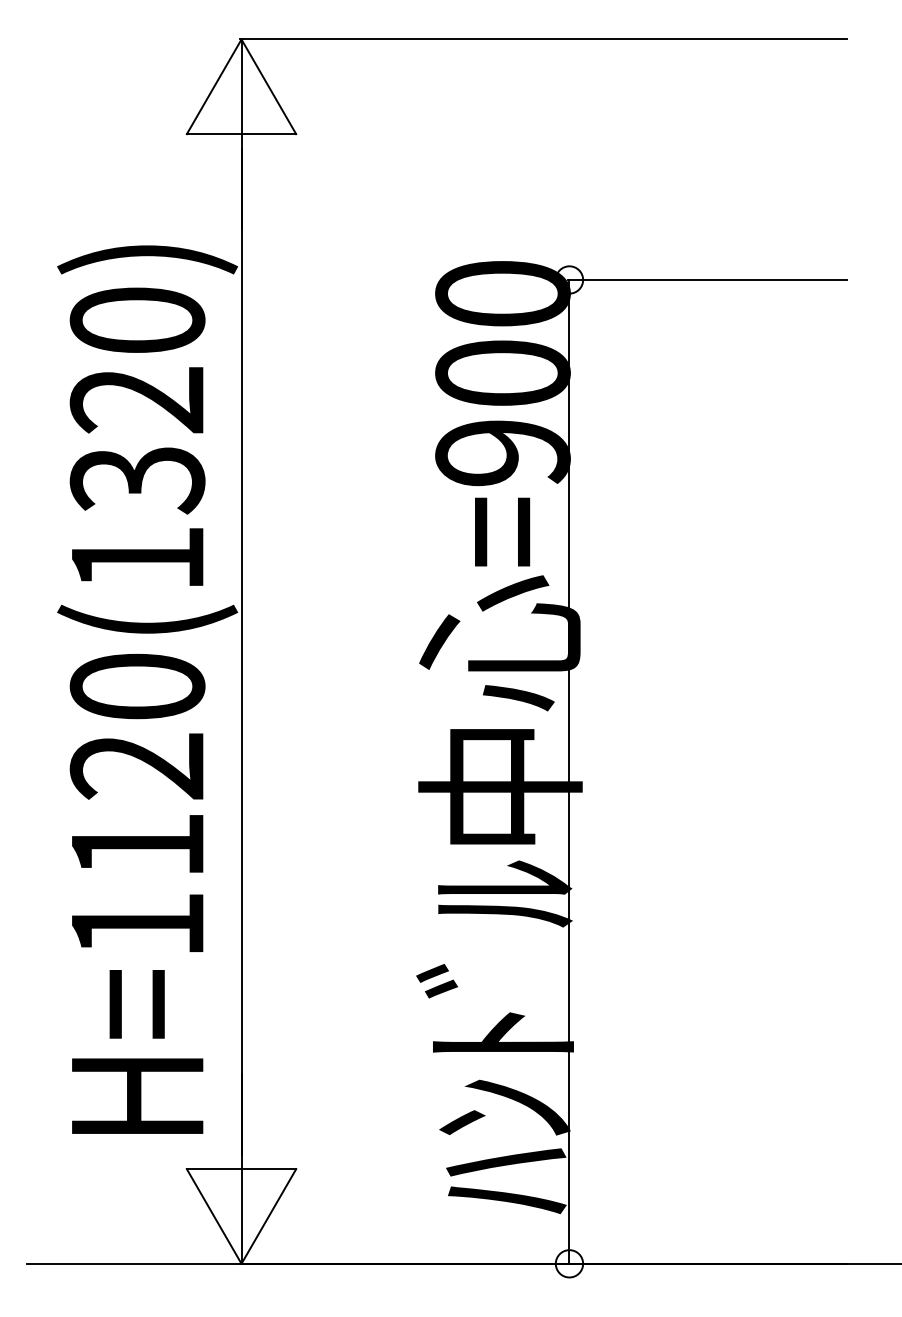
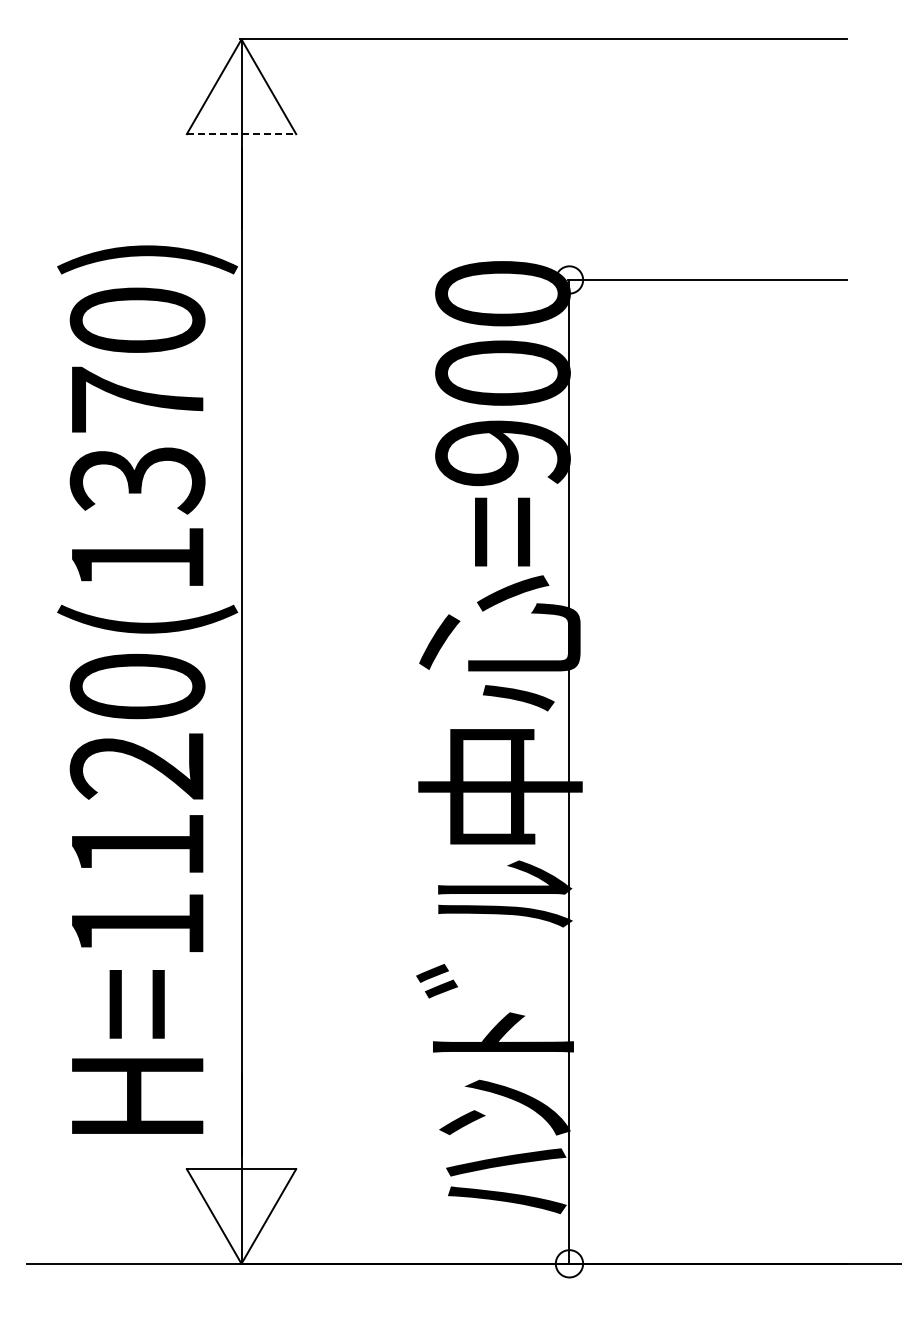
line at (241, 134): solid -> dashed
text at (136, 399): H=1120(1320) -> H=1120(1370)
